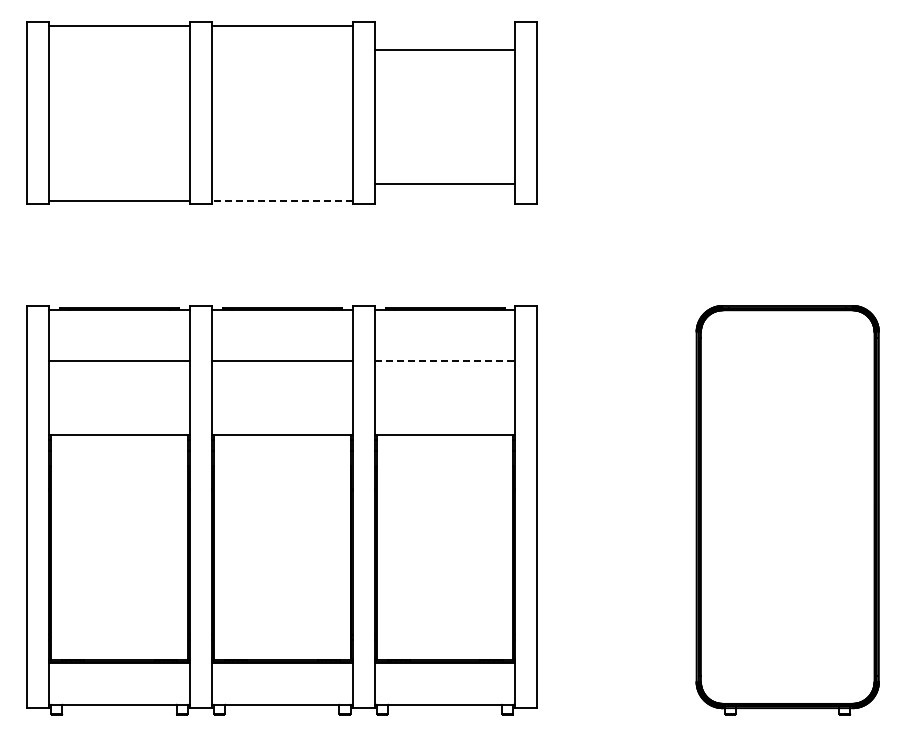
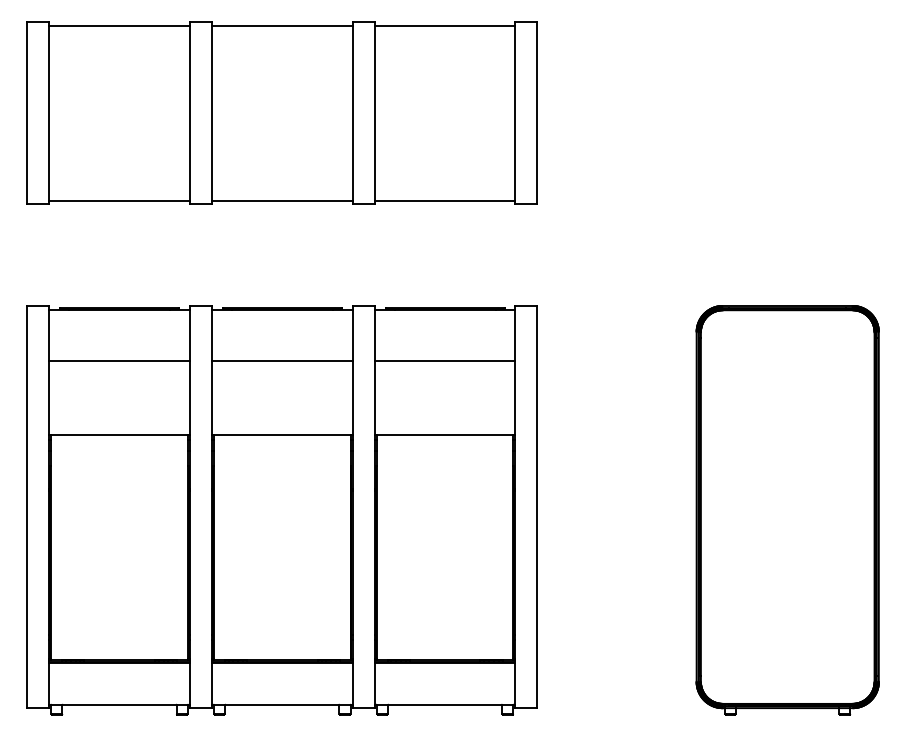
line at (444, 49) position: (444, 49) -> (444, 25)
line at (444, 183) position: (444, 183) -> (444, 200)
line at (281, 200): dashed -> solid
line at (445, 360): dashed -> solid
